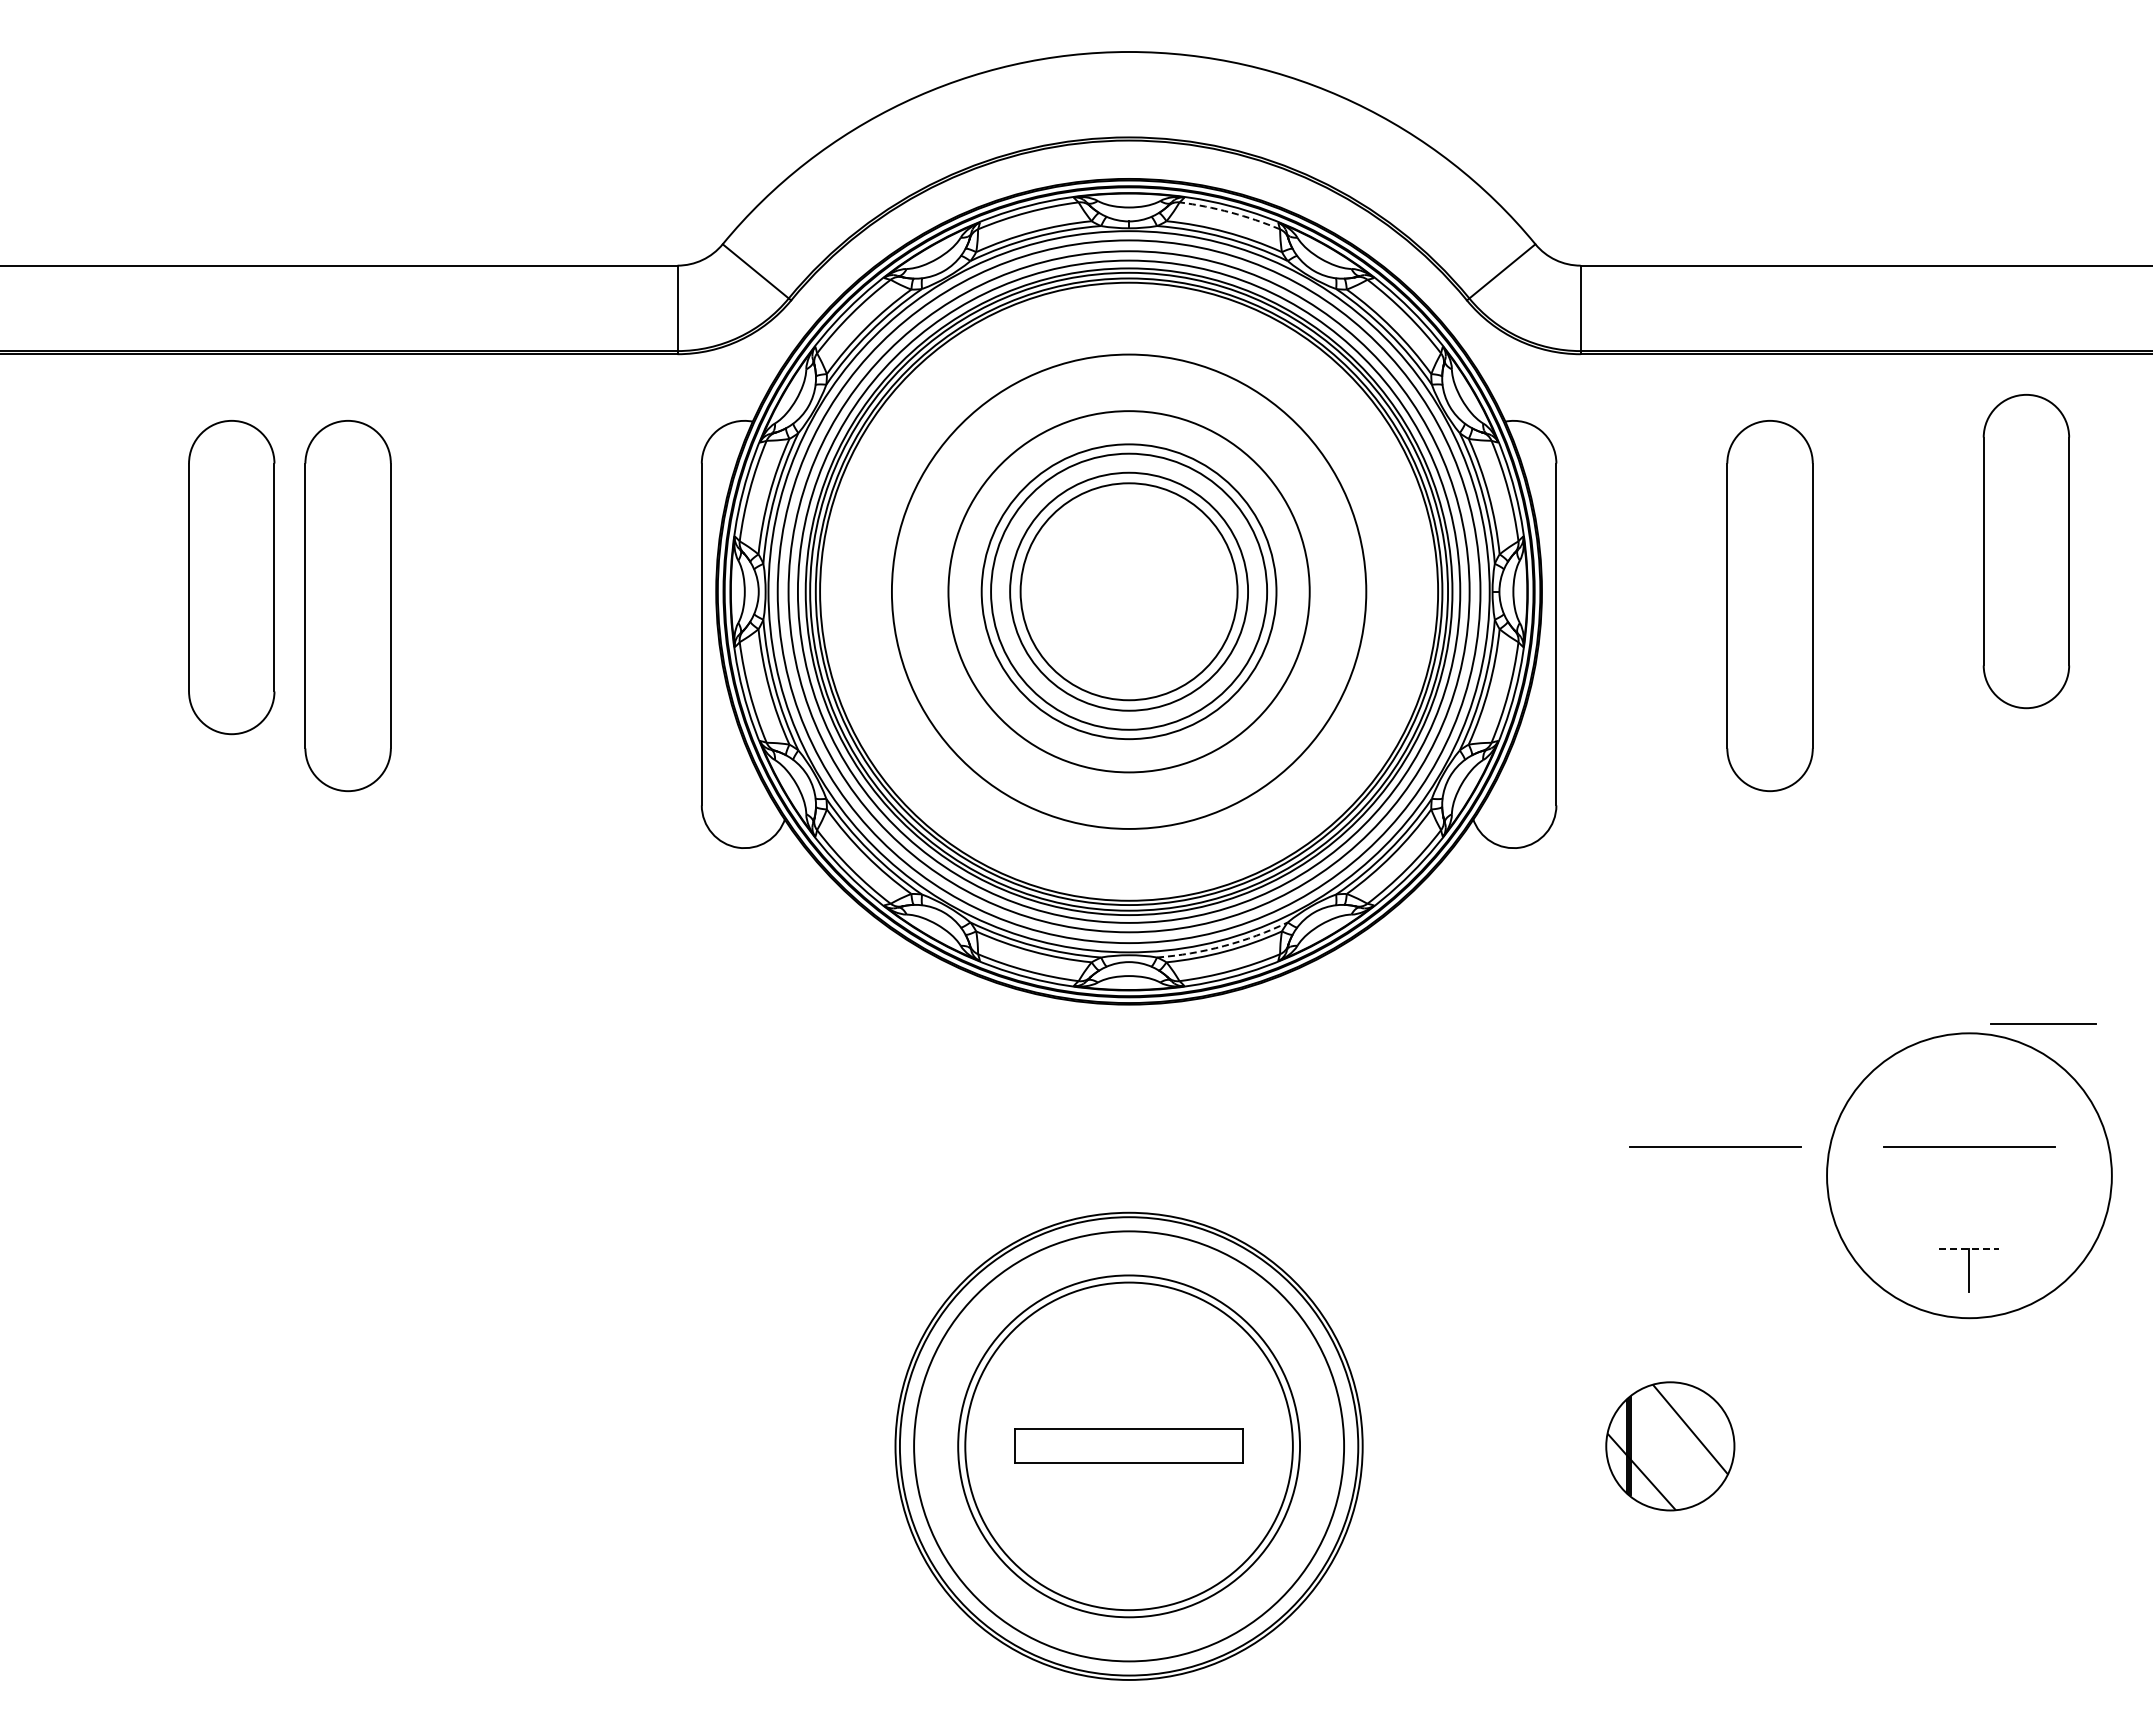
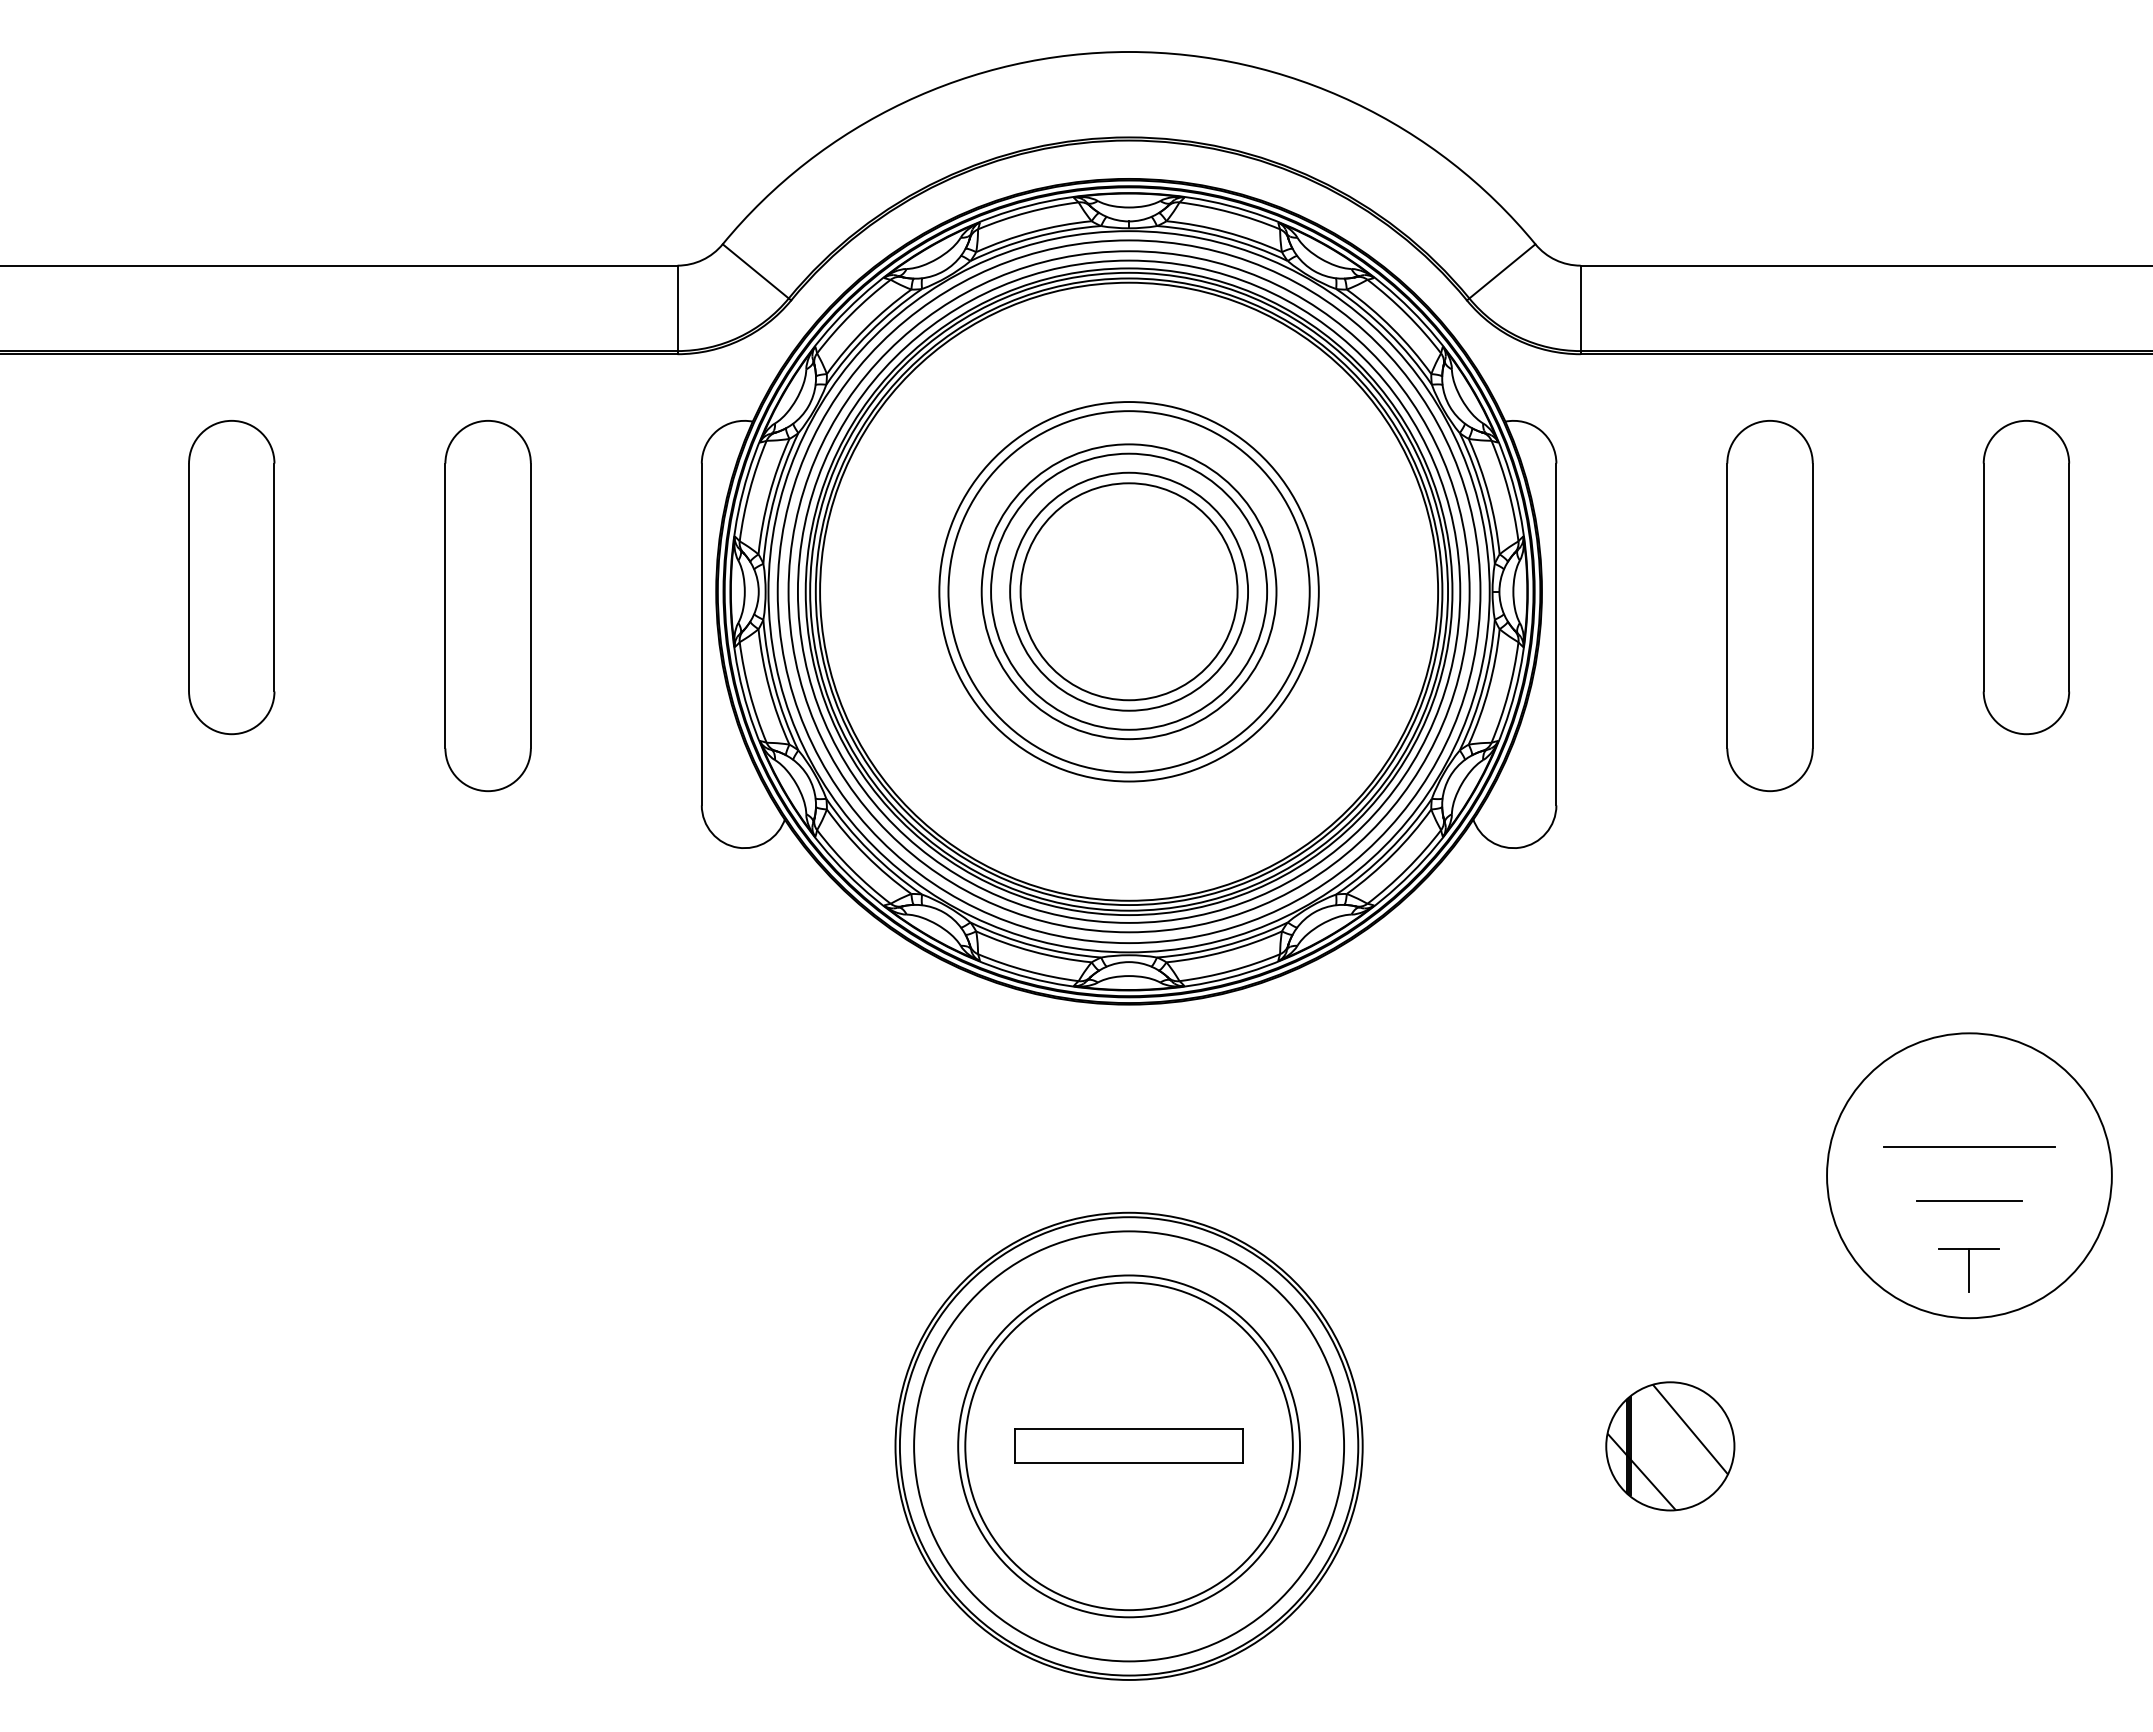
arc at (1230, 212): dashed -> solid
part at (2026, 551) position: (2026, 551) -> (2026, 577)
circle at (1128, 591) diameter: 474 px -> 380 px
part at (347, 606) position: (347, 606) -> (487, 606)
arc at (1224, 946): dashed -> solid
line at (2043, 1023) position: (2043, 1023) -> (1969, 1200)
line at (1715, 1146): present -> none
line at (1969, 1249): dashed -> solid
